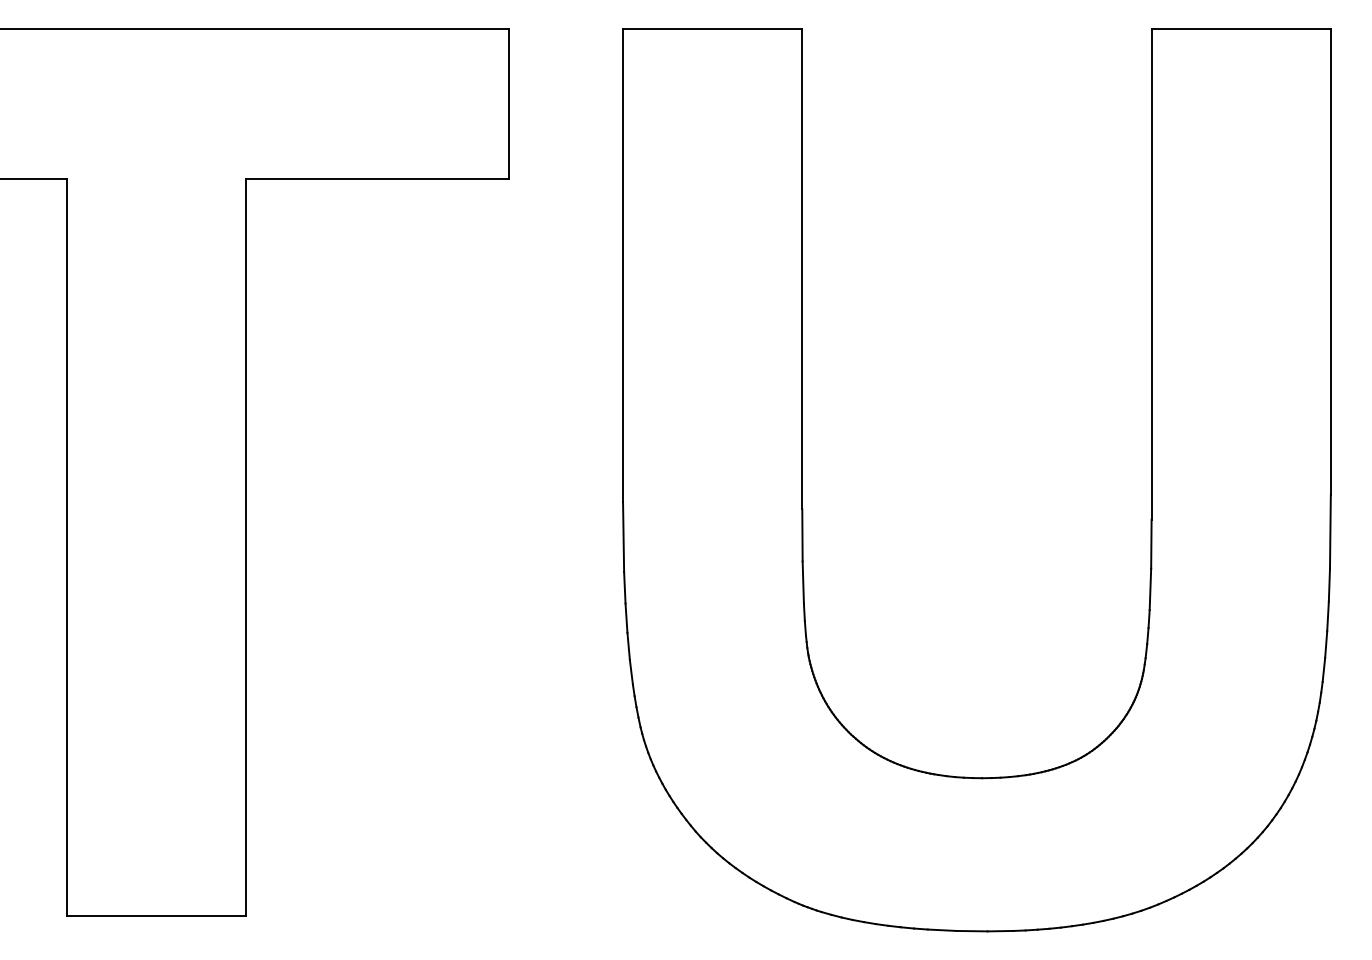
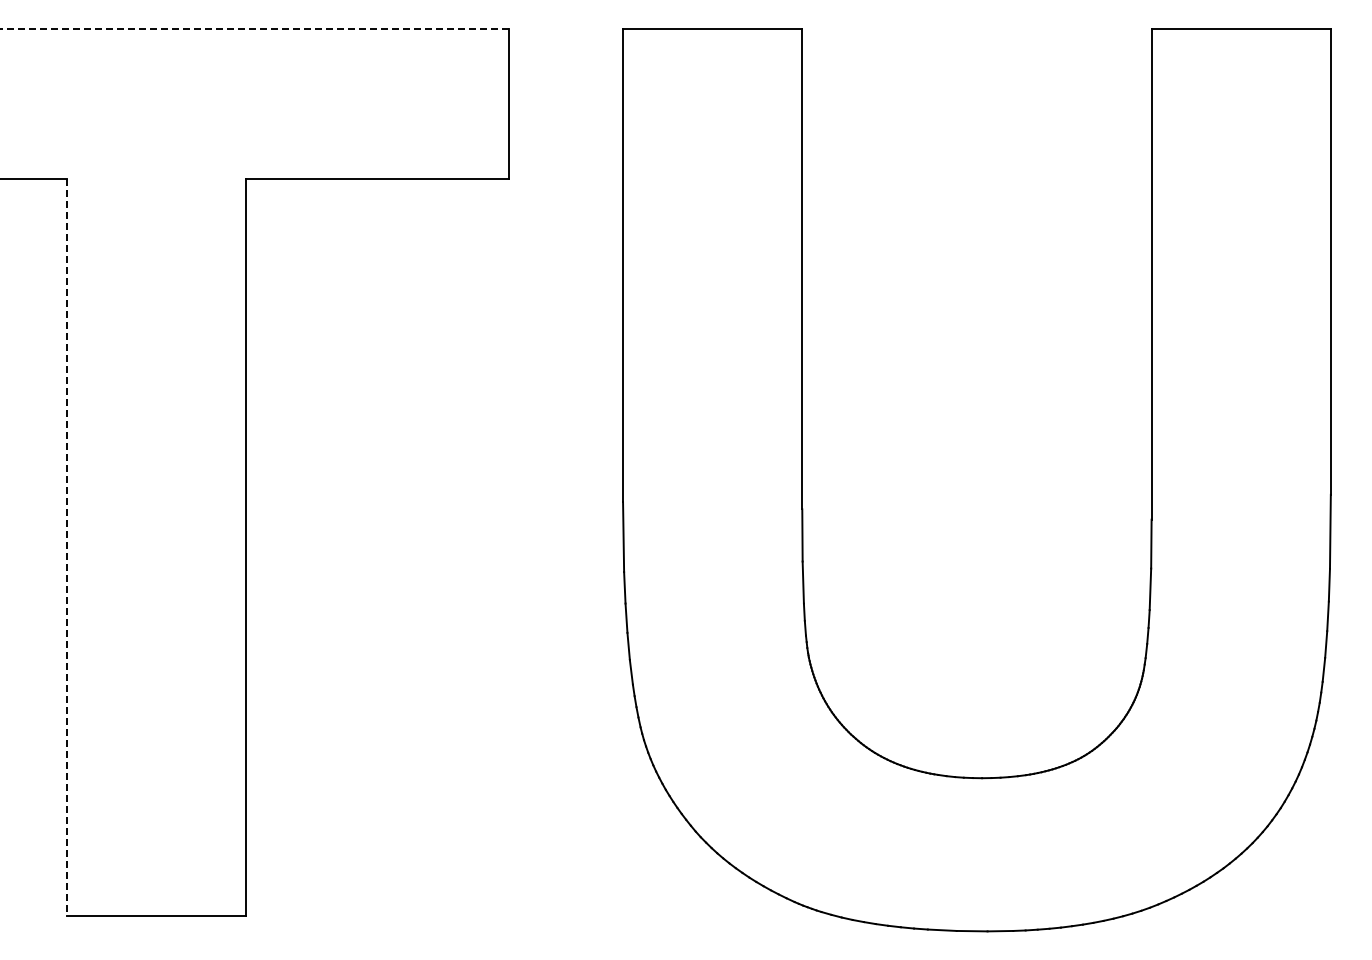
line at (253, 28): solid -> dashed
line at (66, 547): solid -> dashed
